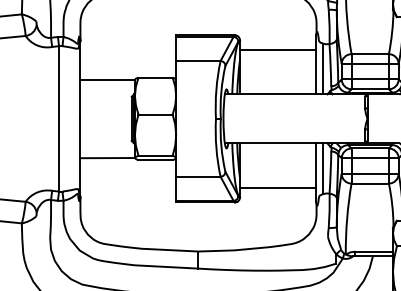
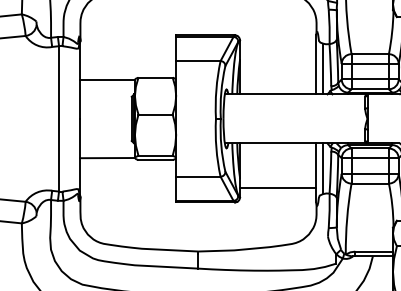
line at (278, 50): present -> none
